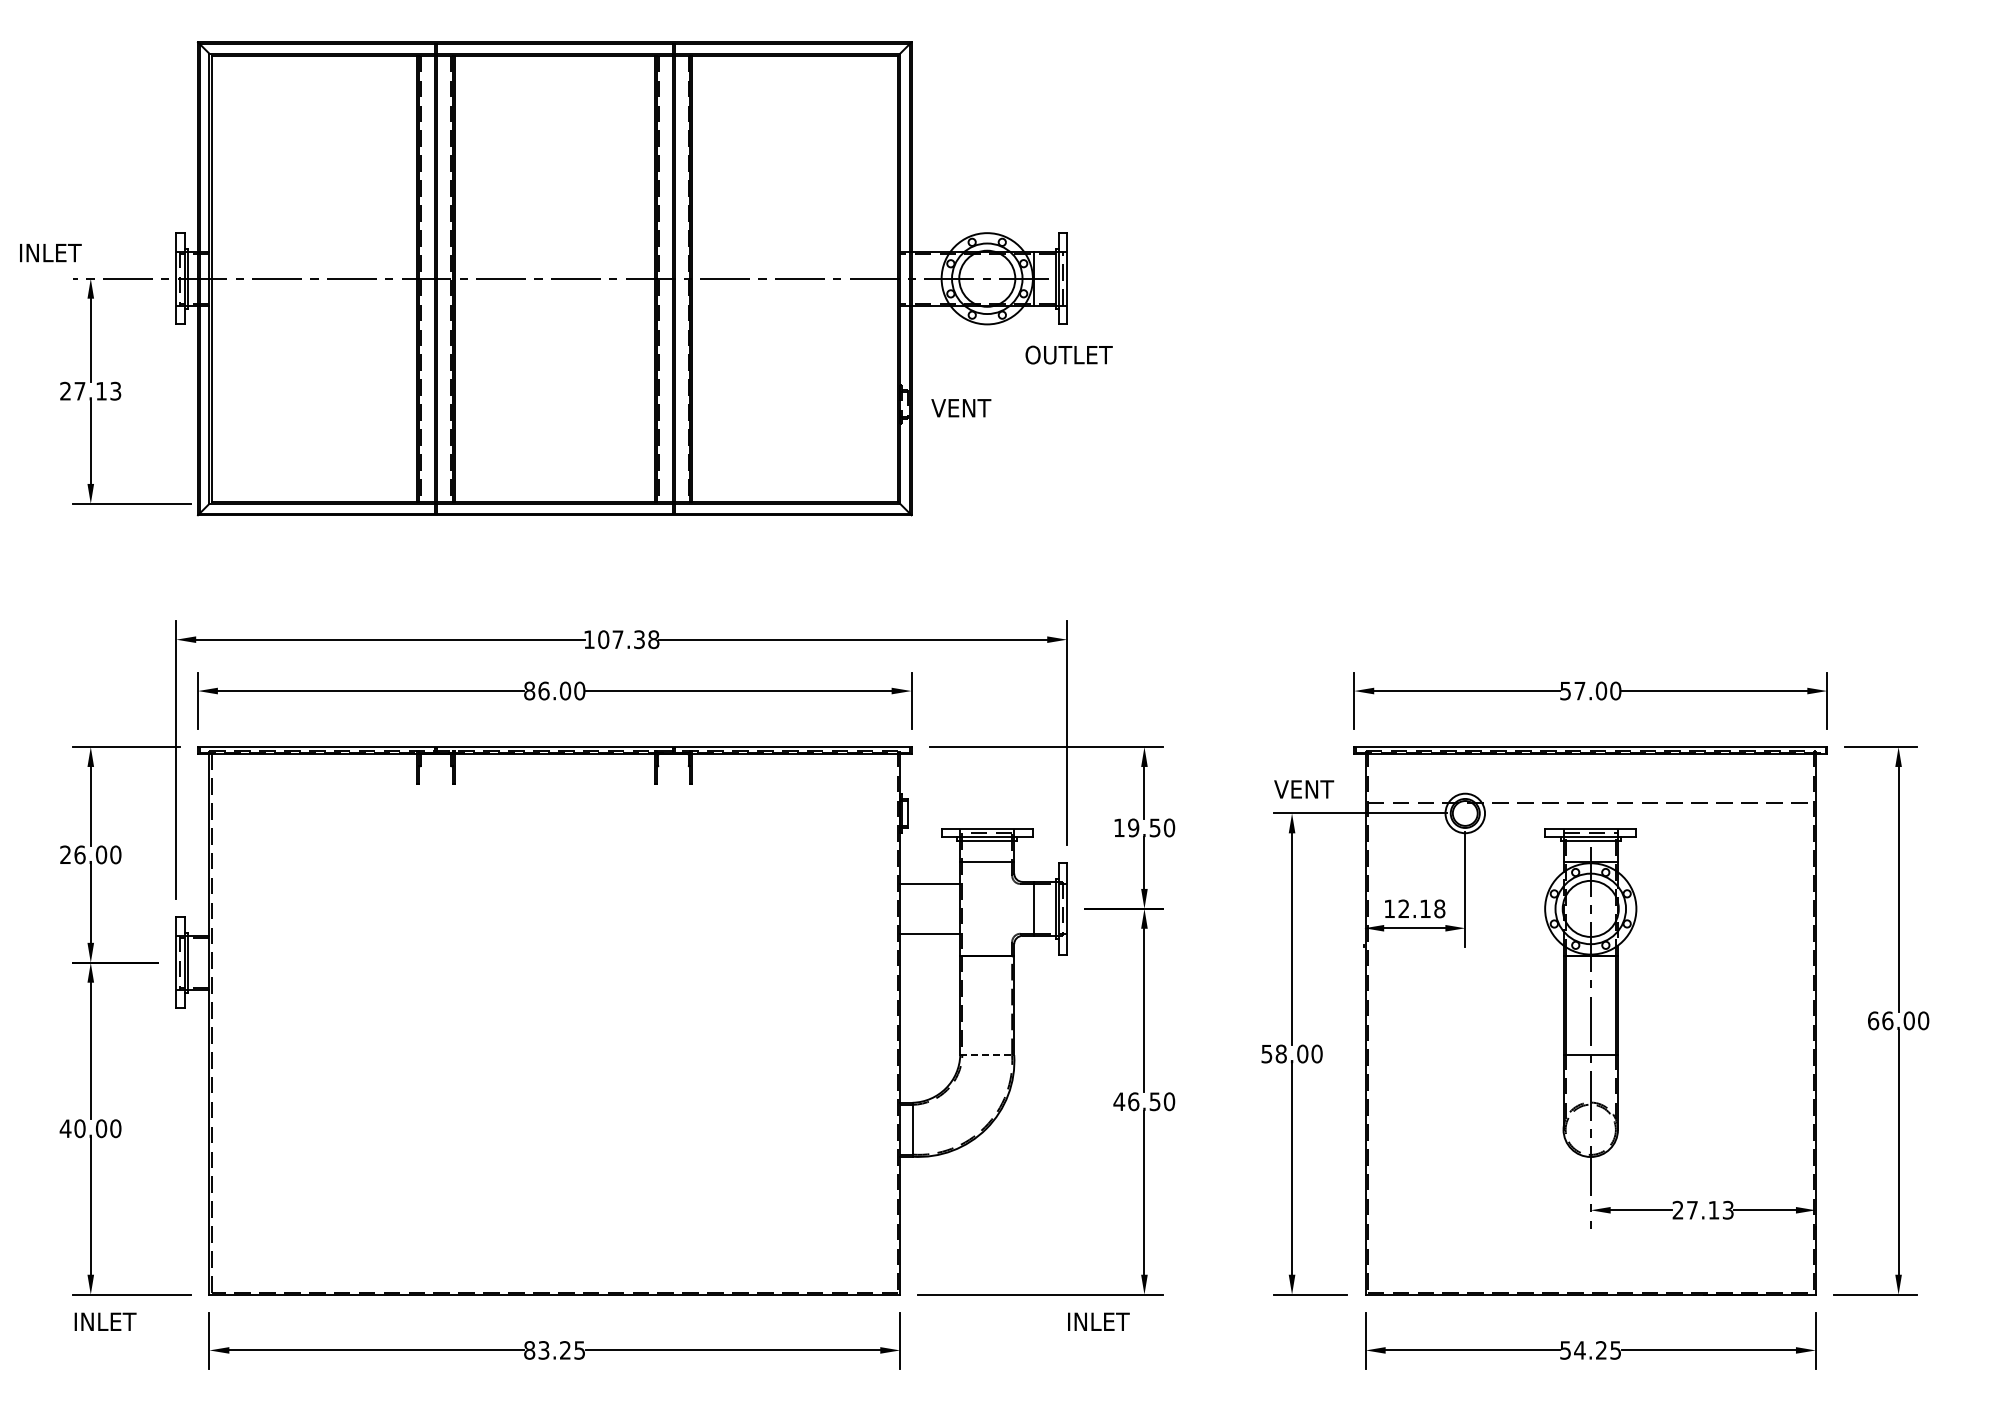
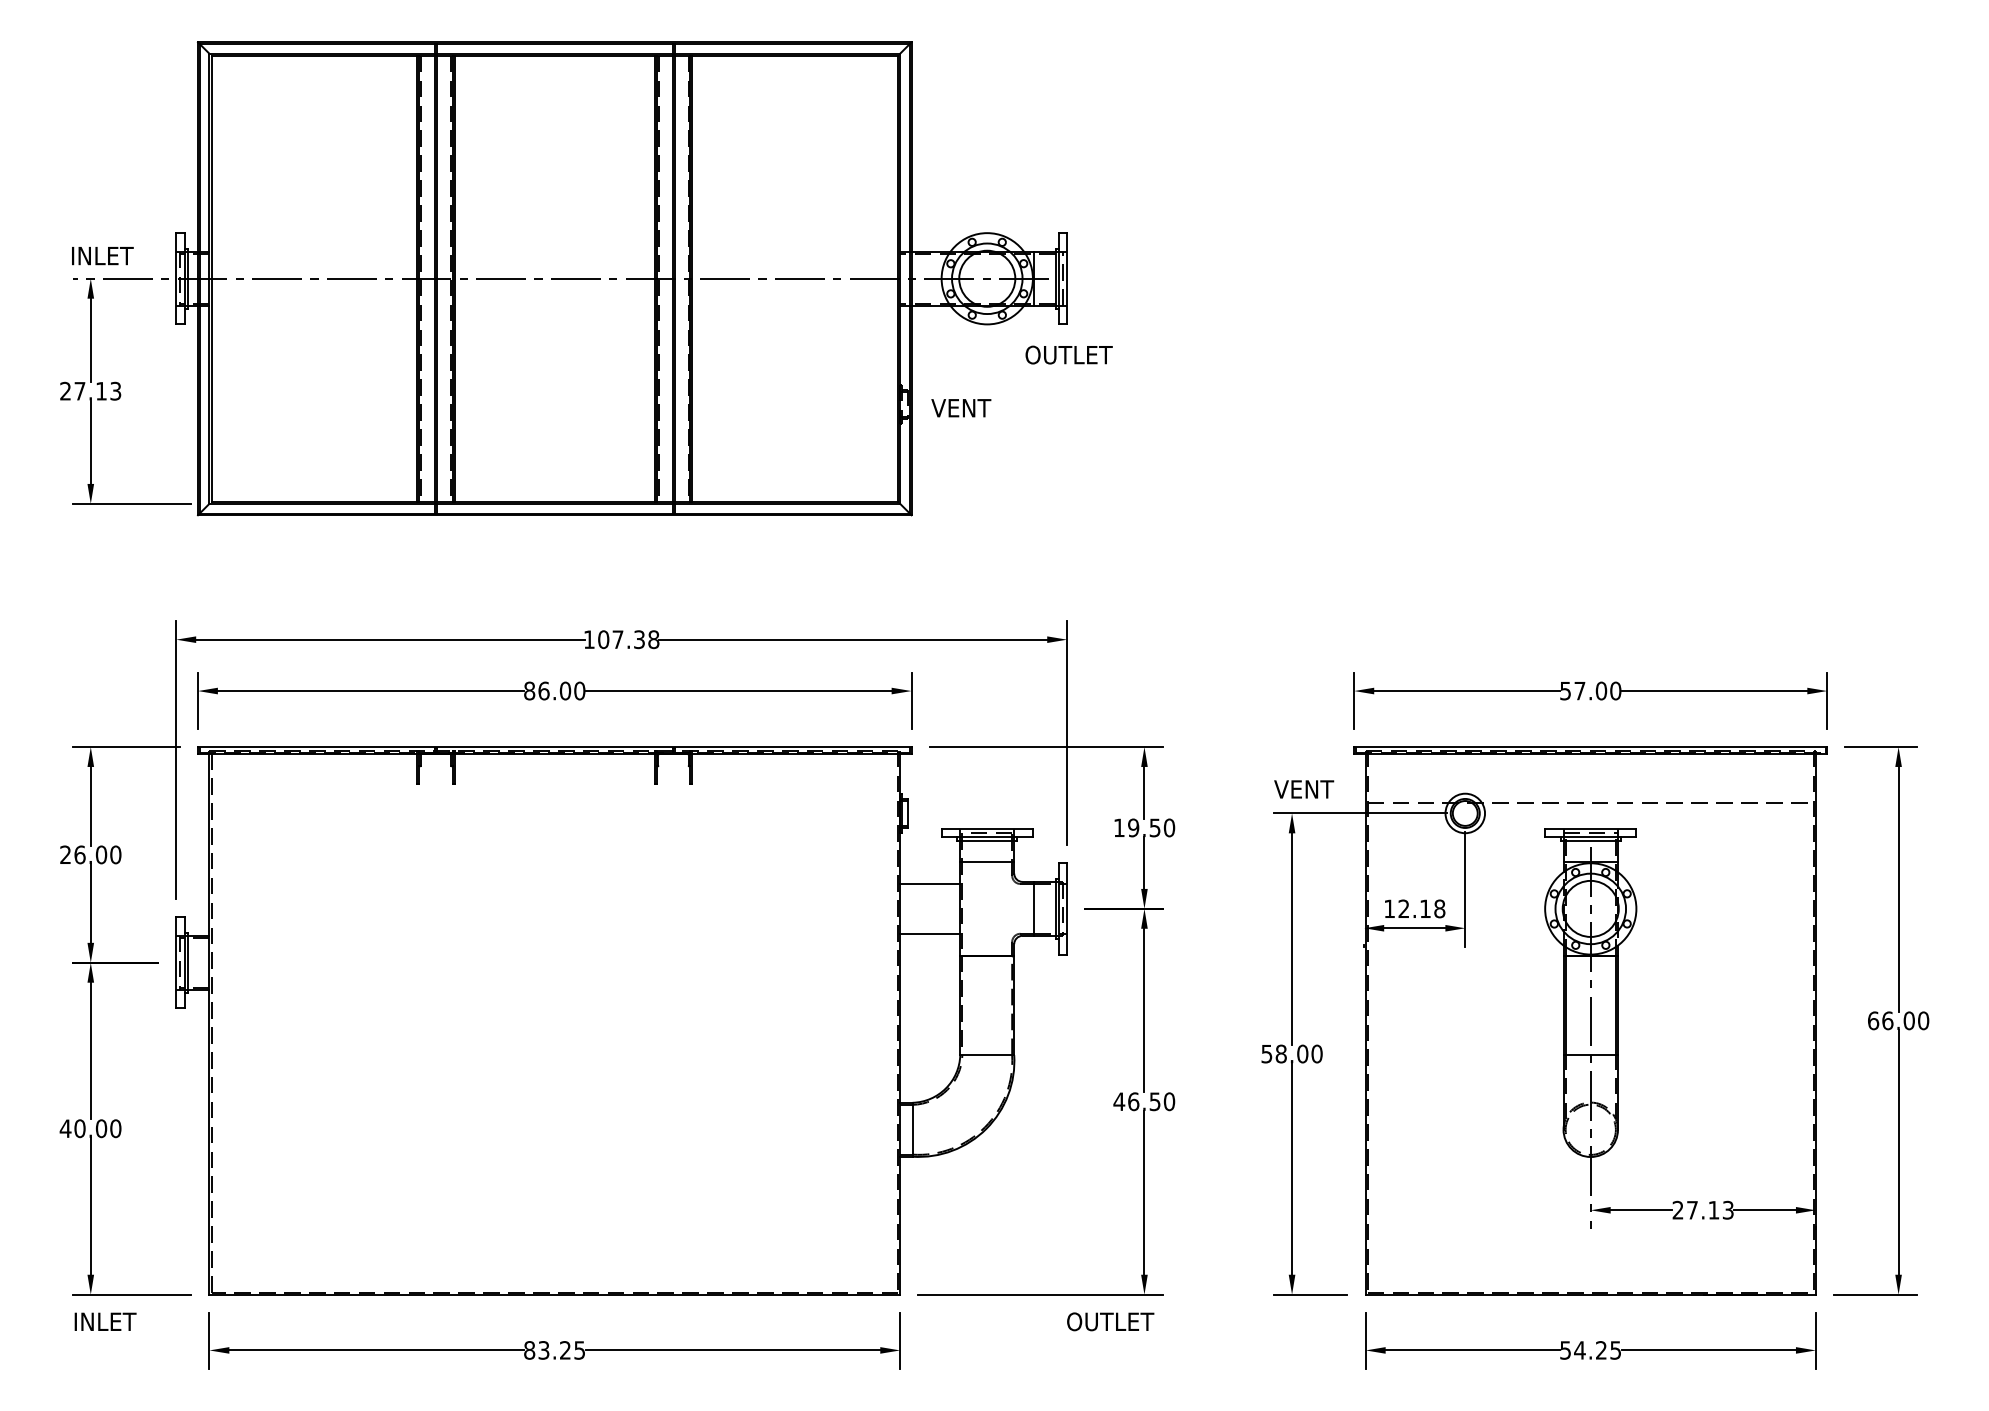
text at (50, 253) position: (50, 253) -> (102, 256)
line at (987, 1055): dashed -> solid
text at (1110, 1321): INLET -> OUTLET
